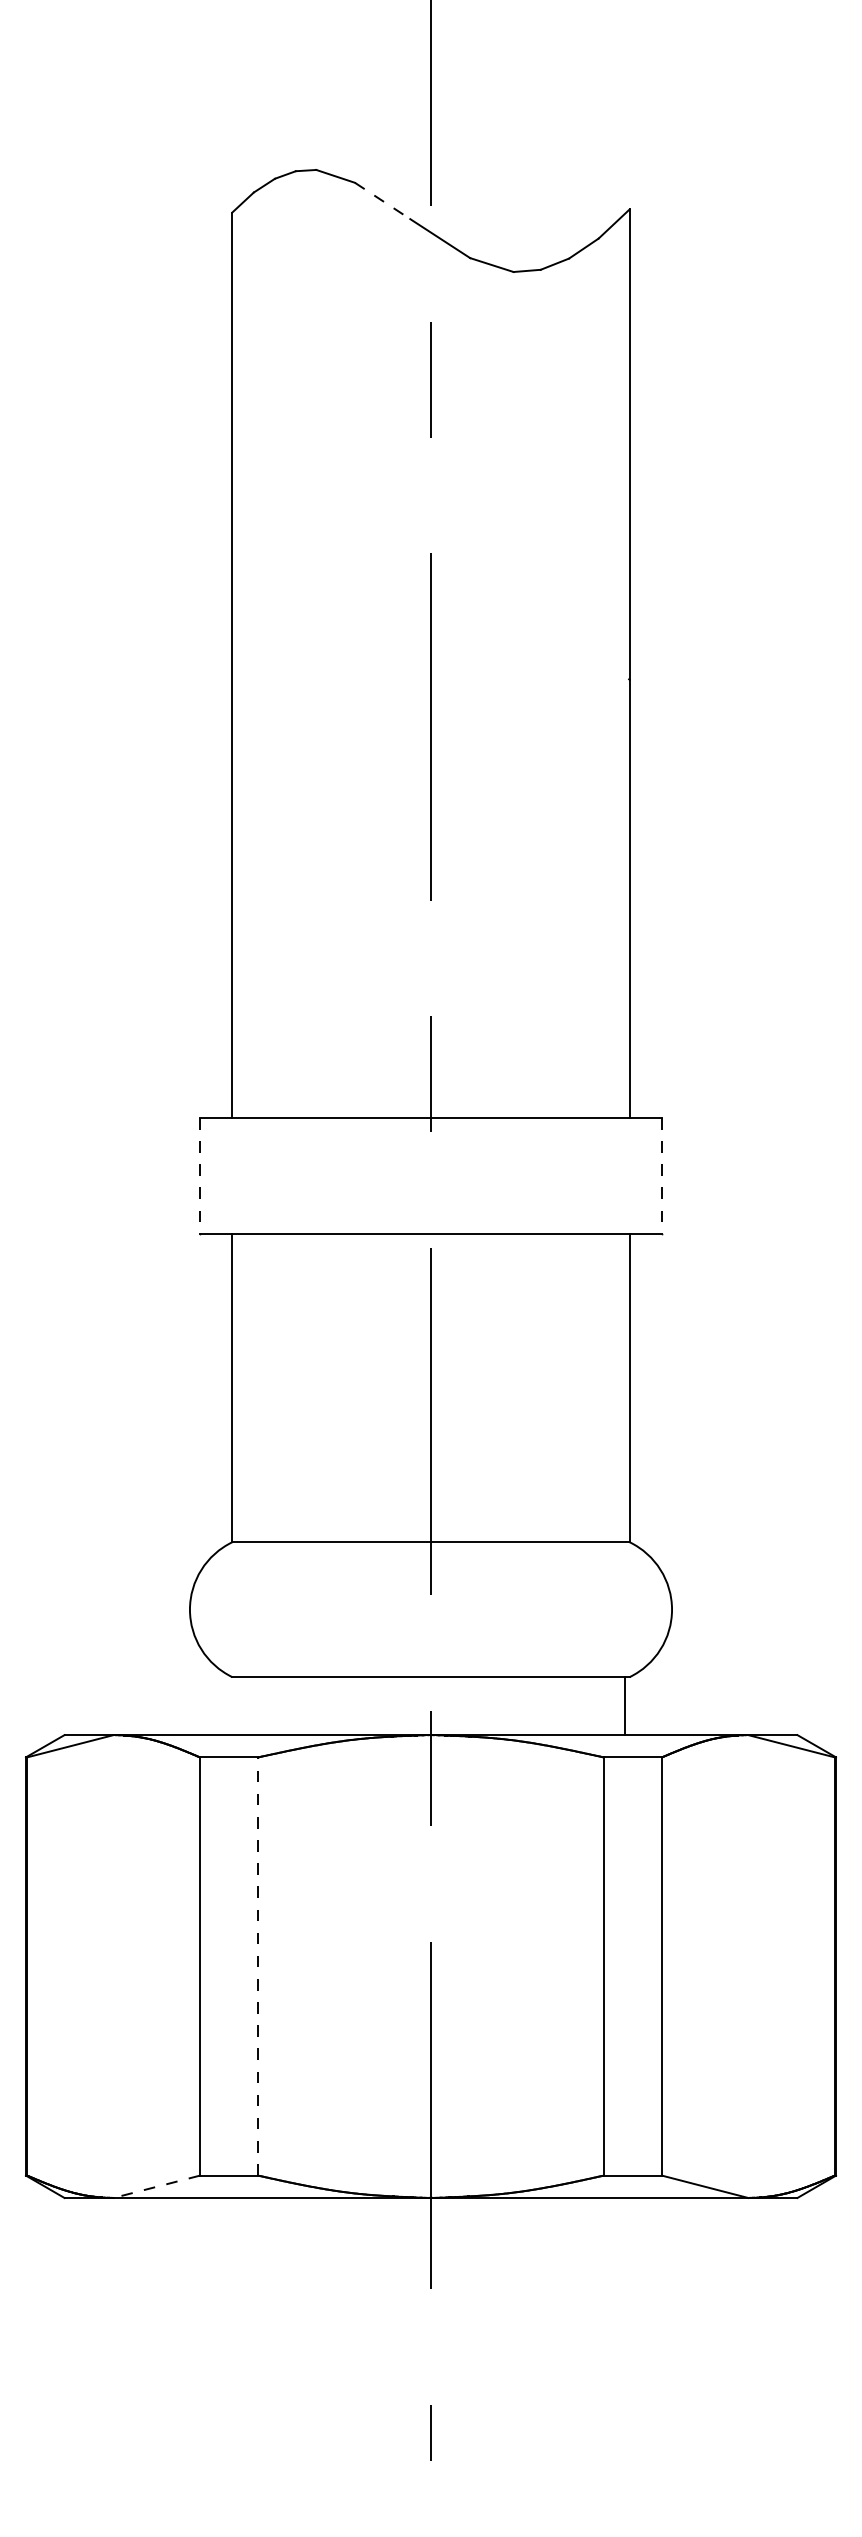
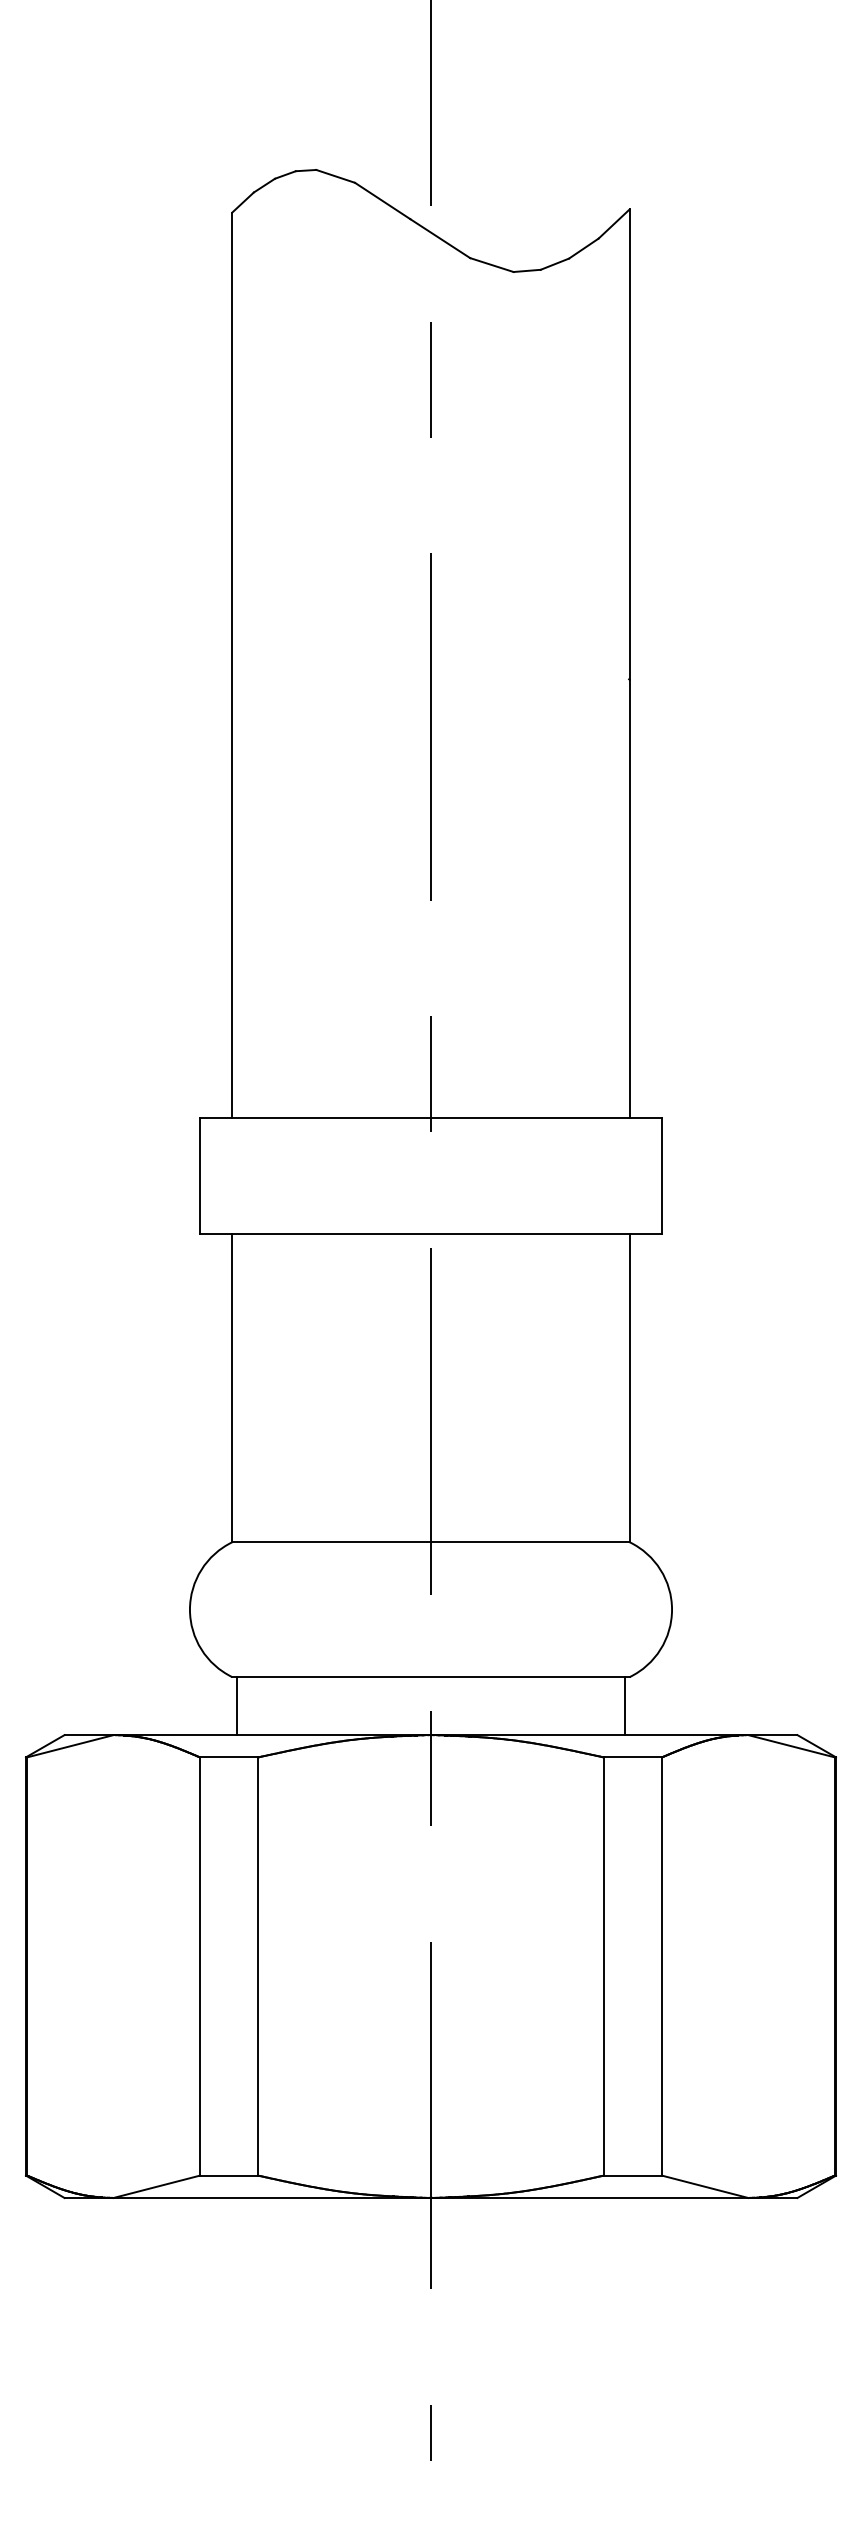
line at (383, 201): dashed -> solid
line at (199, 1175): dashed -> solid
line at (662, 1175): dashed -> solid
line at (236, 1706): none -> present
line at (258, 1965): dashed -> solid
line at (156, 2186): dashed -> solid
